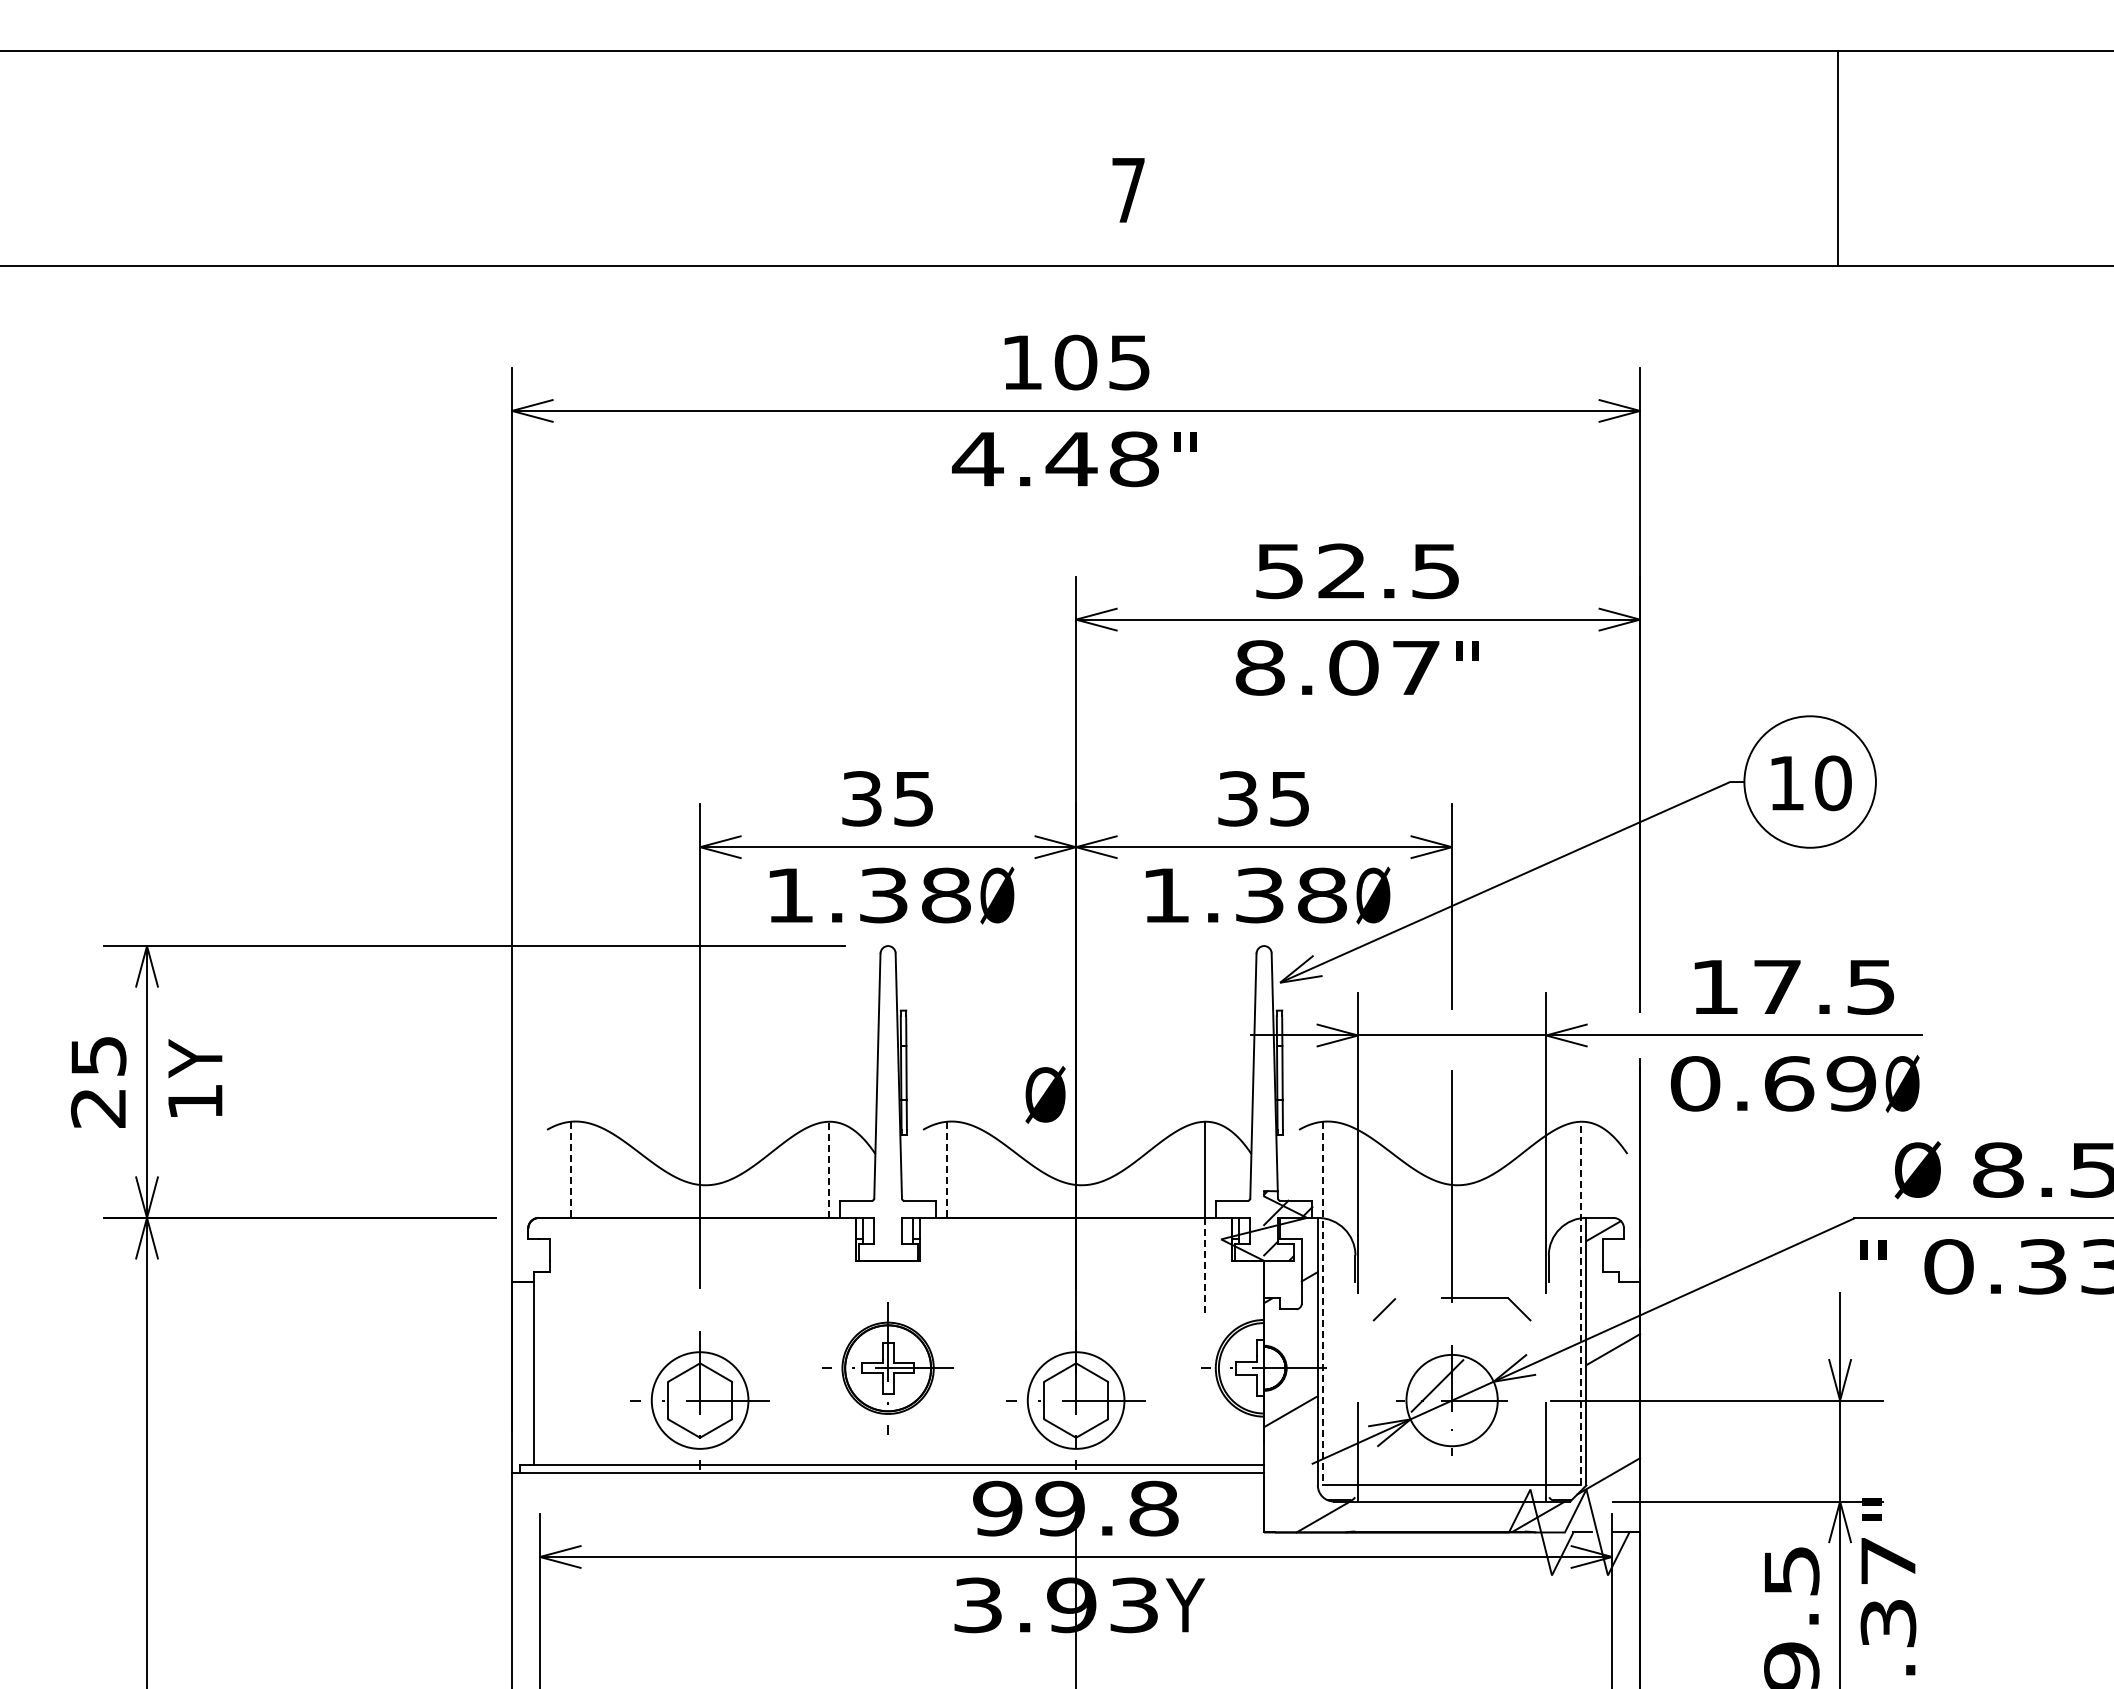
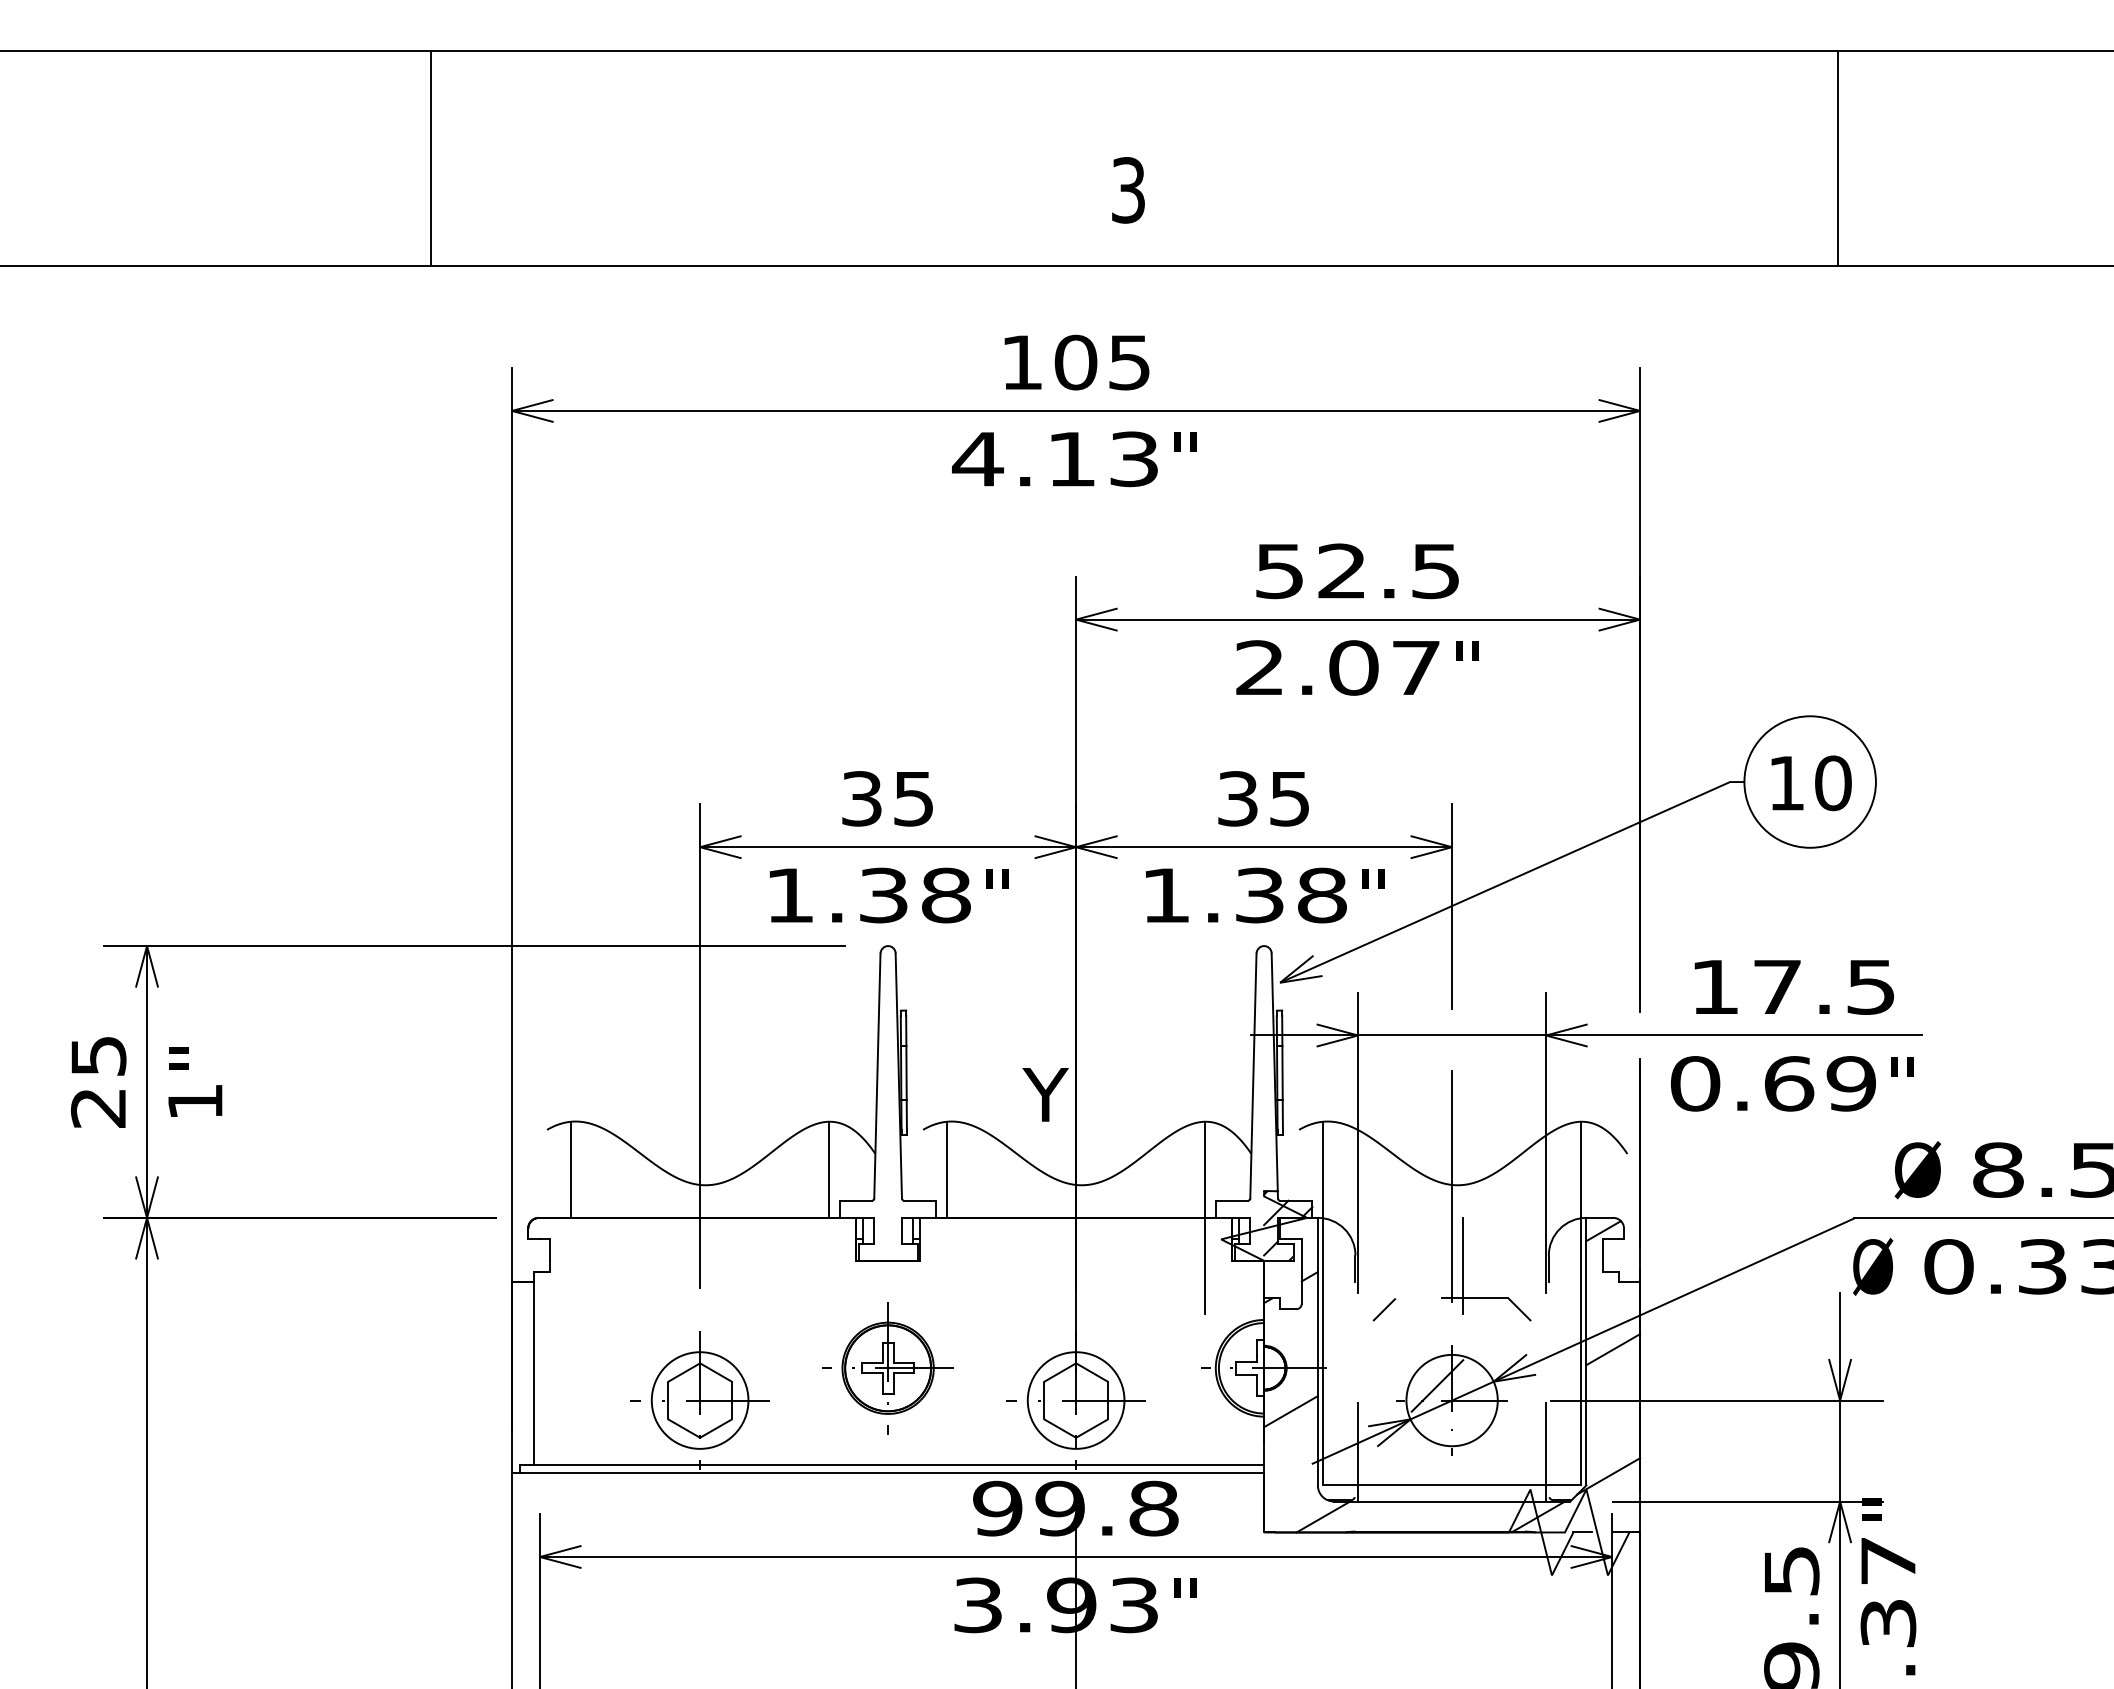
line at (430, 157): none -> present
text at (1128, 190): 7 -> 3
text at (1101, 459): 4.48 -> 4.13
text at (1259, 667): 8.07 -> 2.07
text at (997, 895): Ø -> "
text at (1373, 895): Ø -> "
text at (195, 1058): Y -> "
text at (1902, 1083): Ø -> "
text at (1045, 1094): Ø -> Y
line at (829, 1169): dashed -> solid
line at (571, 1170): dashed -> solid
line at (947, 1170): dashed -> solid
line at (1462, 1265): none -> present
line at (1205, 1266): dashed -> solid
text at (1873, 1266): " -> Ø
line at (1323, 1303): dashed -> solid
line at (1581, 1303): dashed -> solid
text at (1184, 1605): Y -> "
